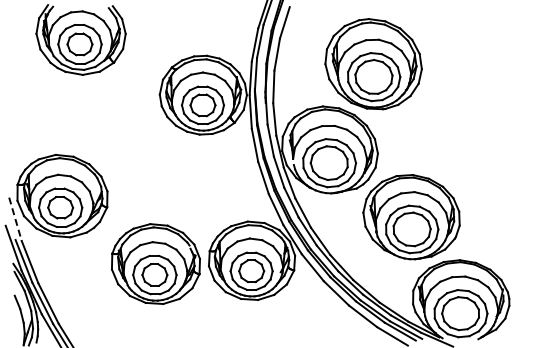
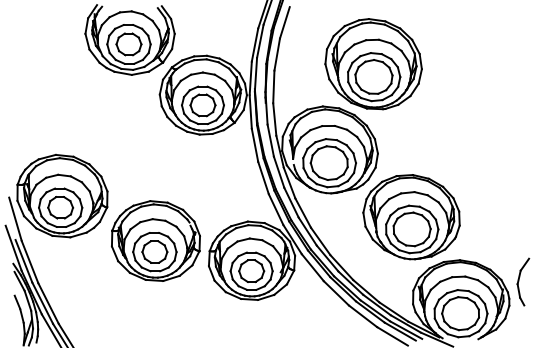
part at (80, 39) position: (80, 39) -> (129, 39)
line at (15, 219): dashed -> solid
part at (155, 263) position: (155, 263) -> (155, 240)
part at (523, 281): none -> present
